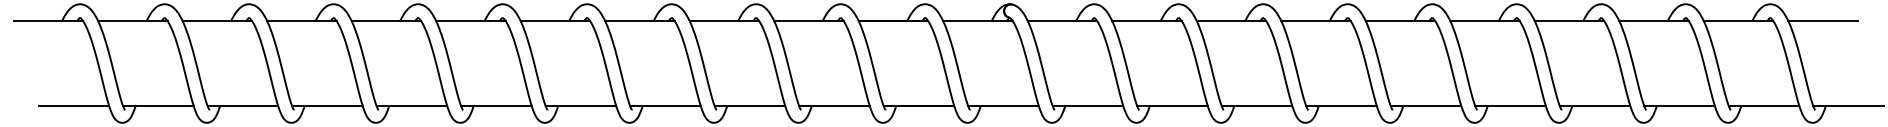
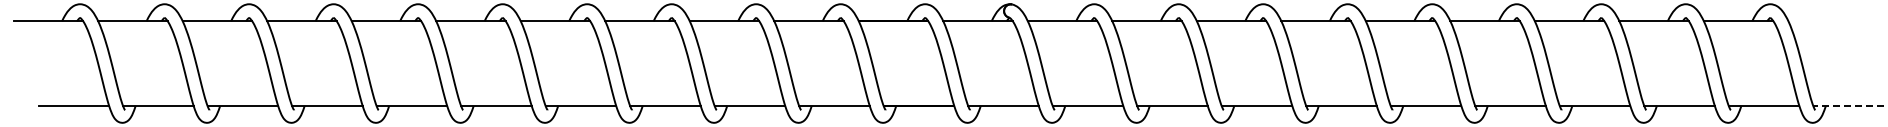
line at (1822, 21): present -> none
line at (1848, 105): solid -> dashed
